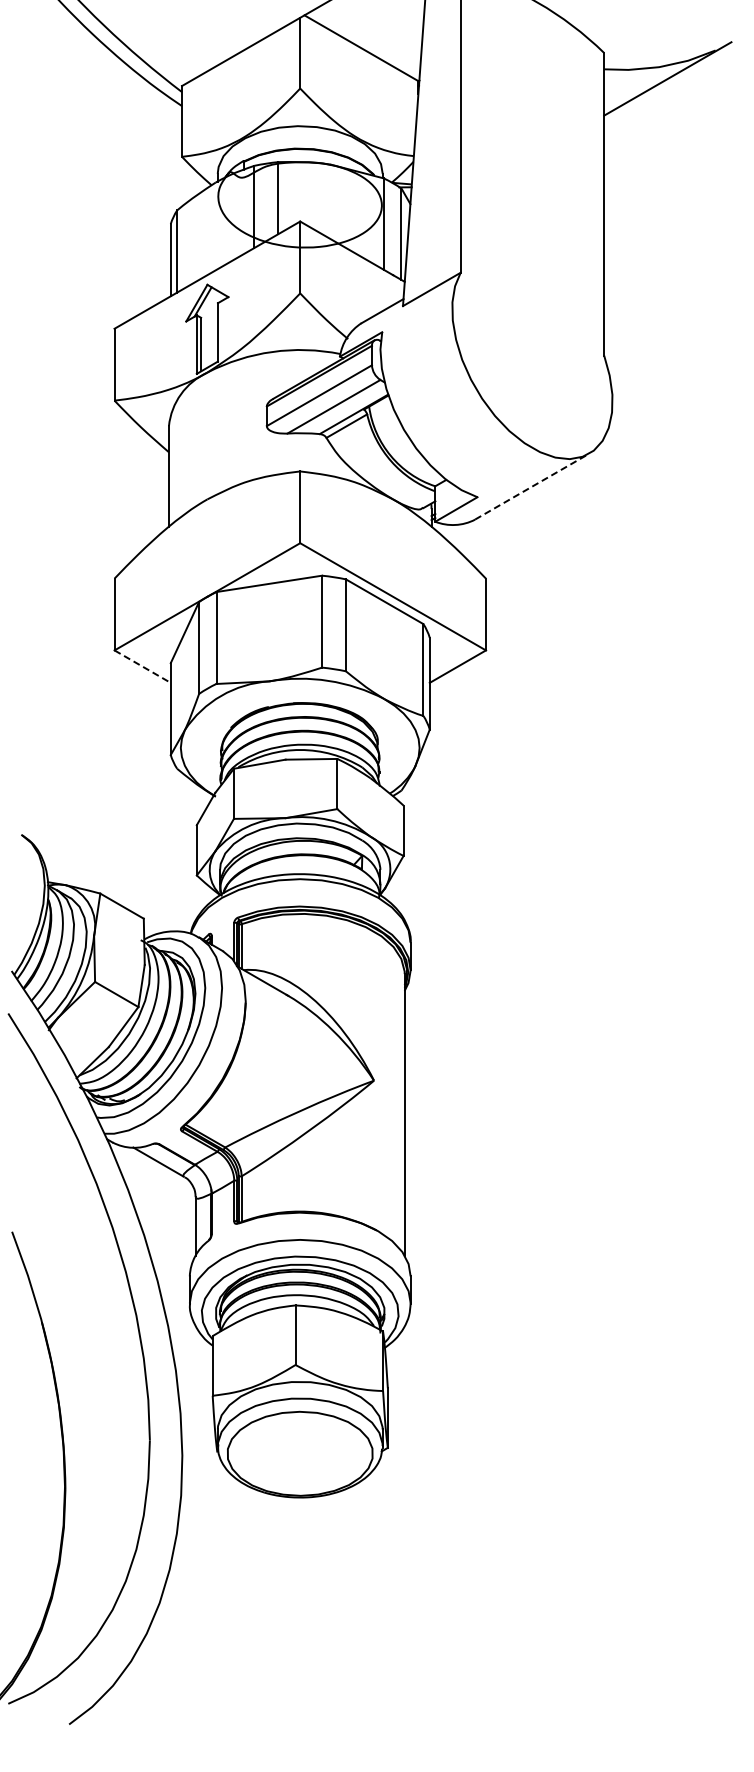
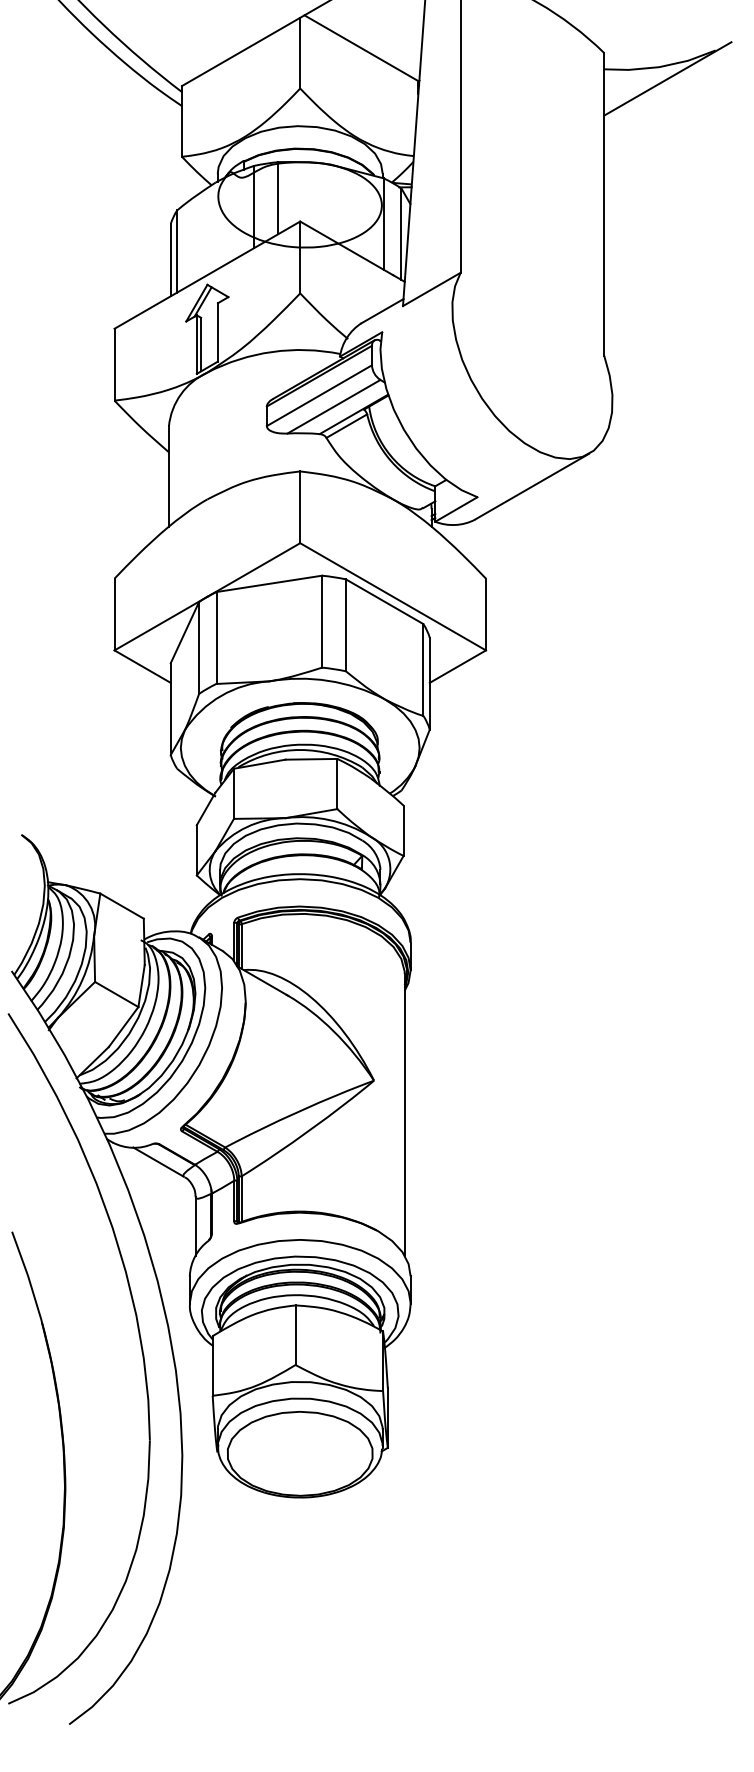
line at (532, 486): dashed -> solid
line at (143, 666): dashed -> solid
